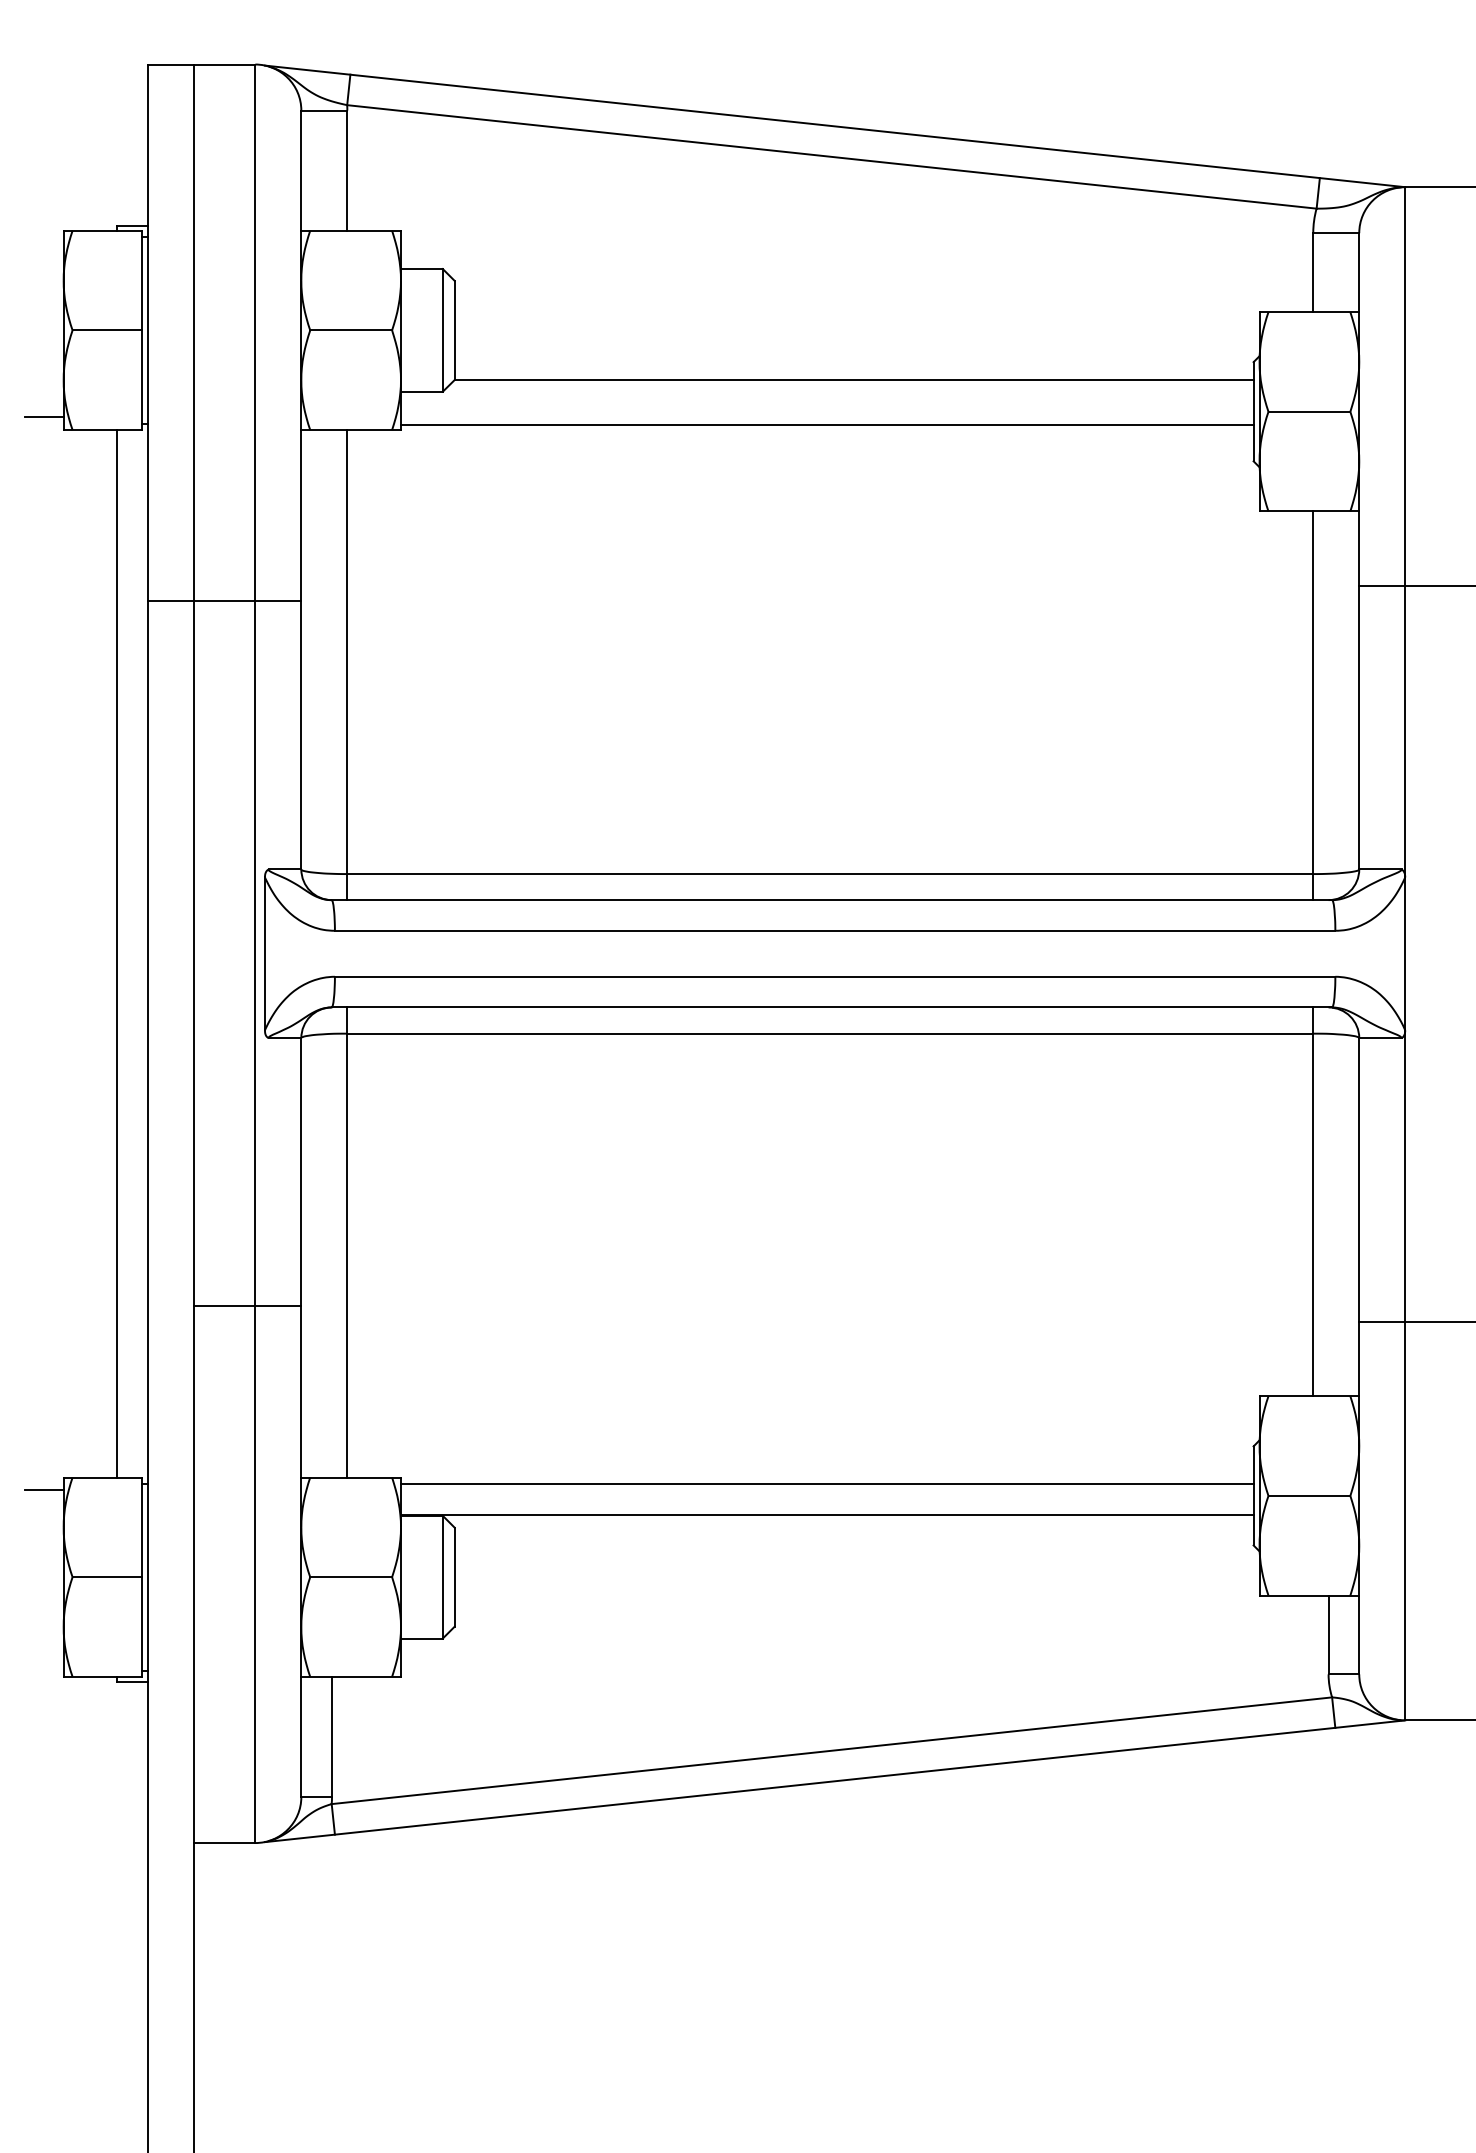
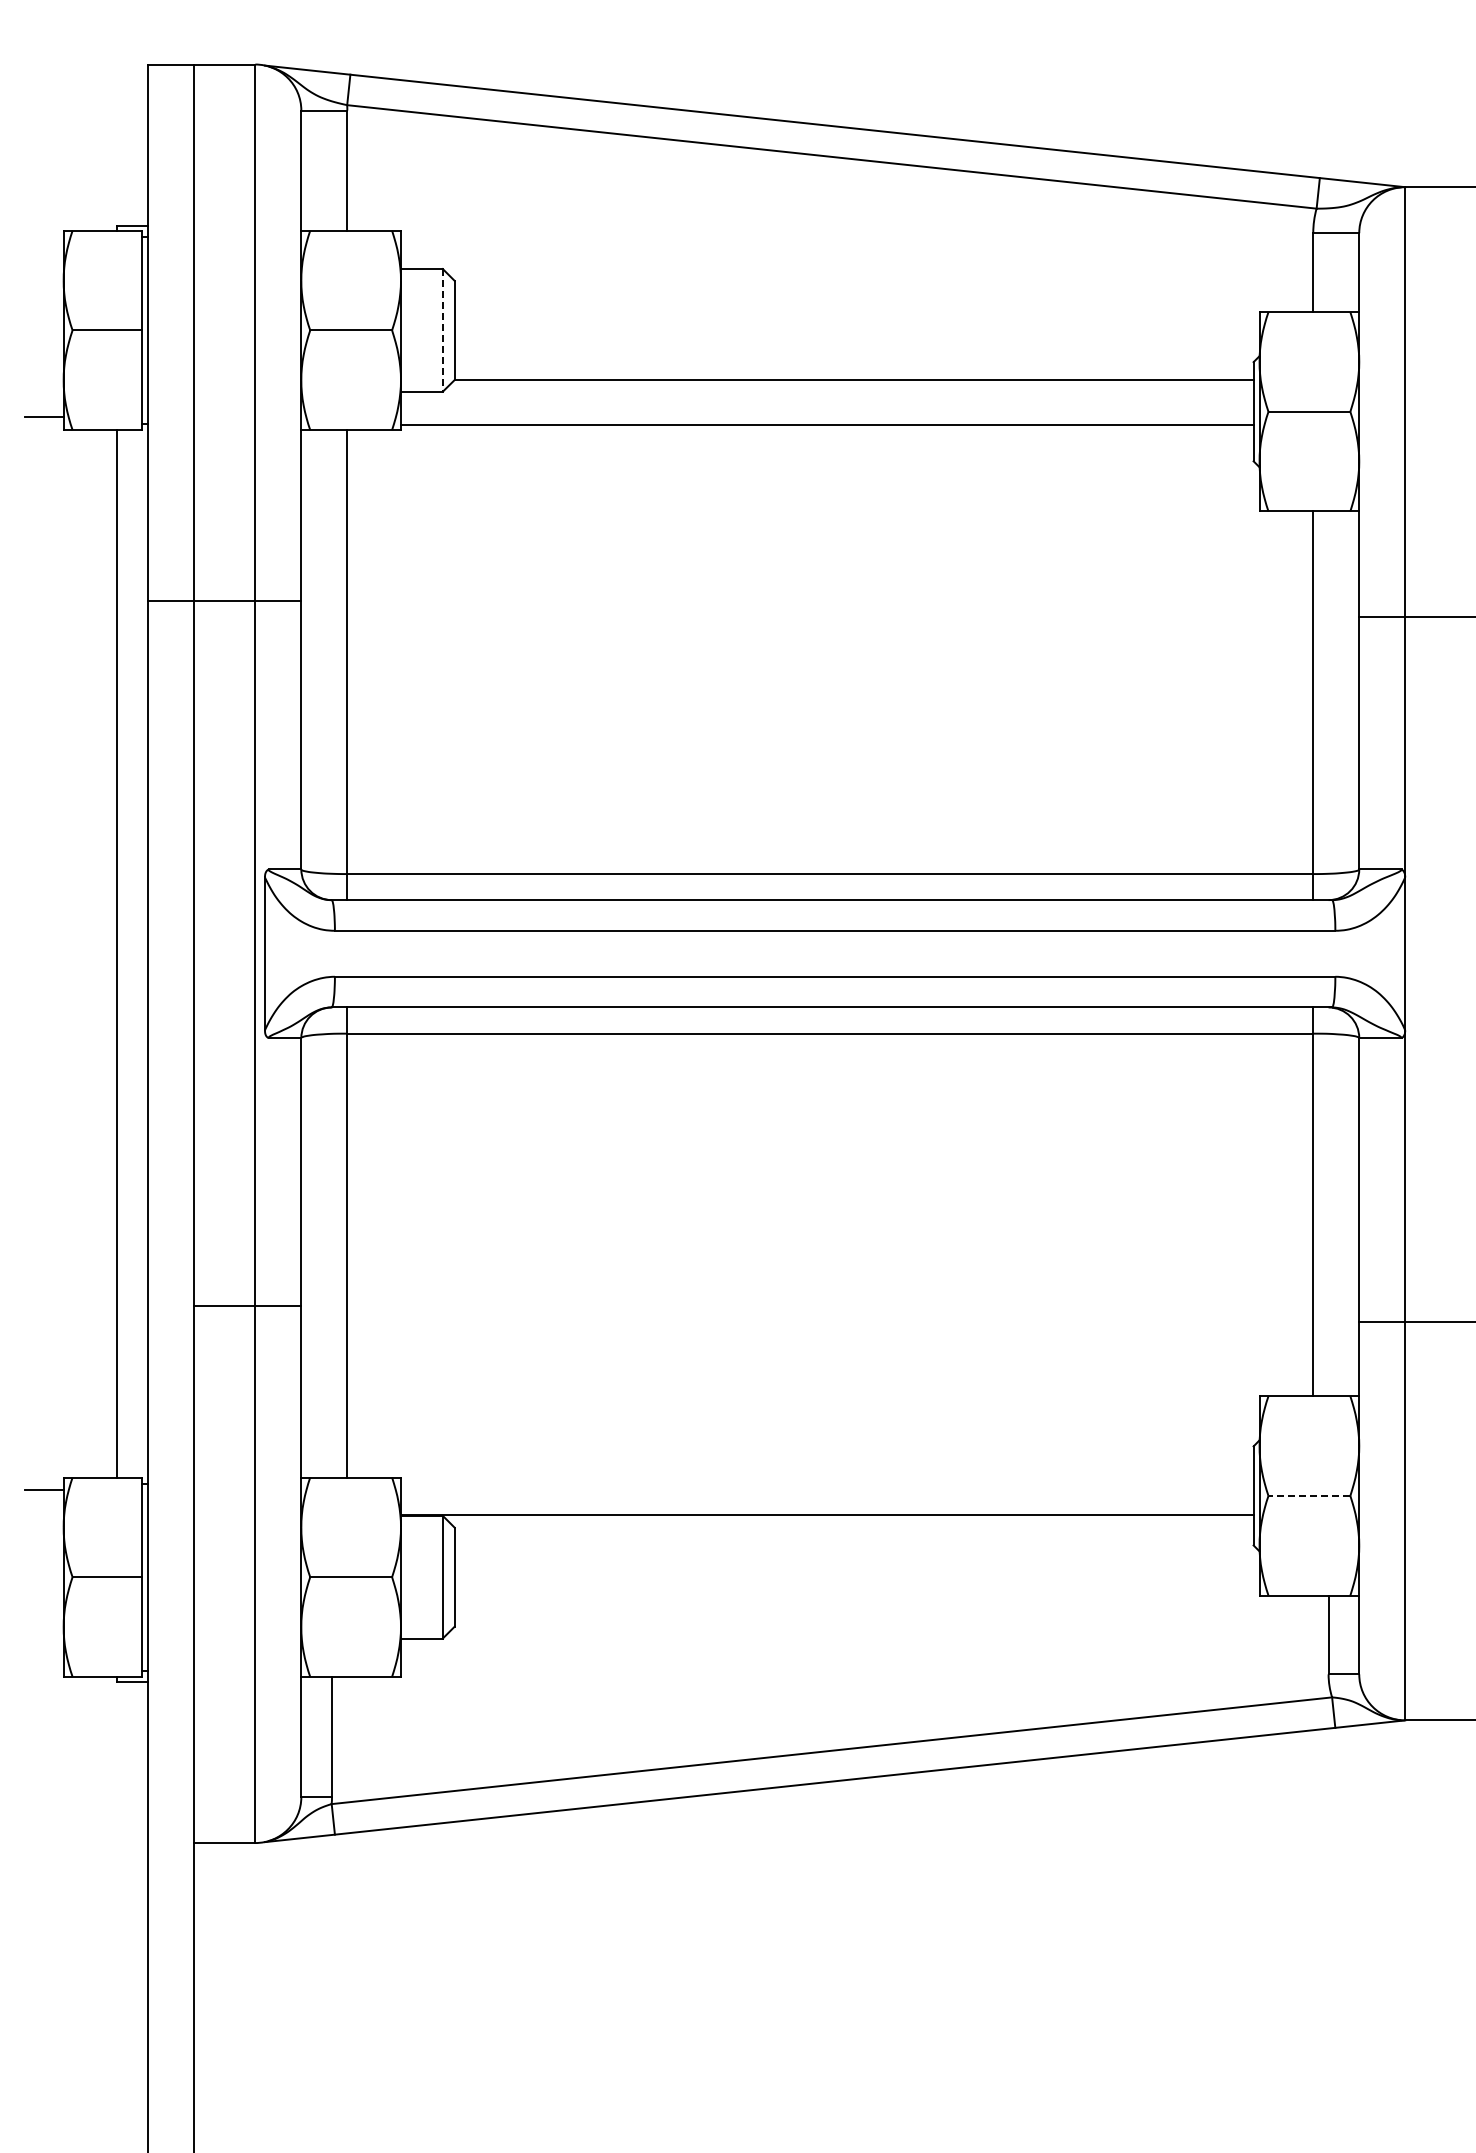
line at (442, 330): solid -> dashed
line at (1415, 585) position: (1415, 585) -> (1415, 616)
line at (827, 1484): present -> none
line at (1309, 1495): solid -> dashed
